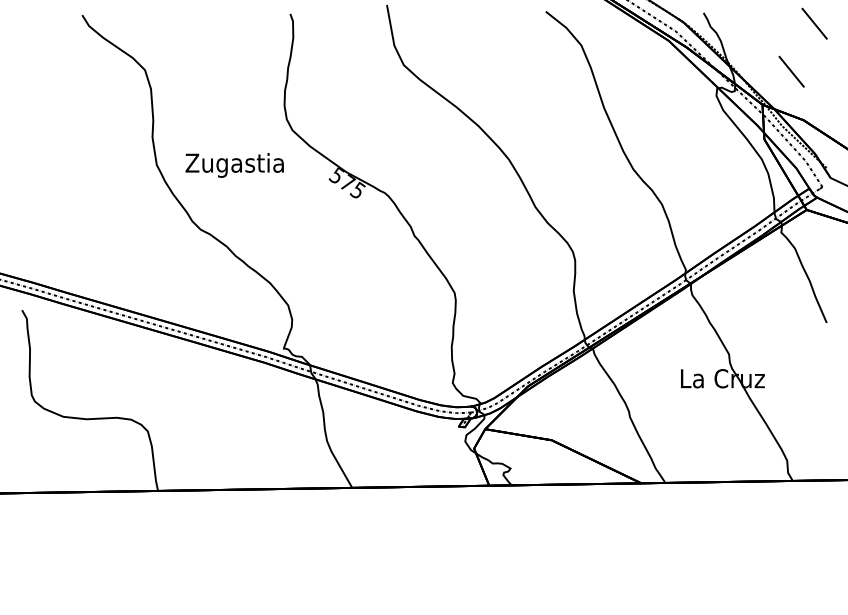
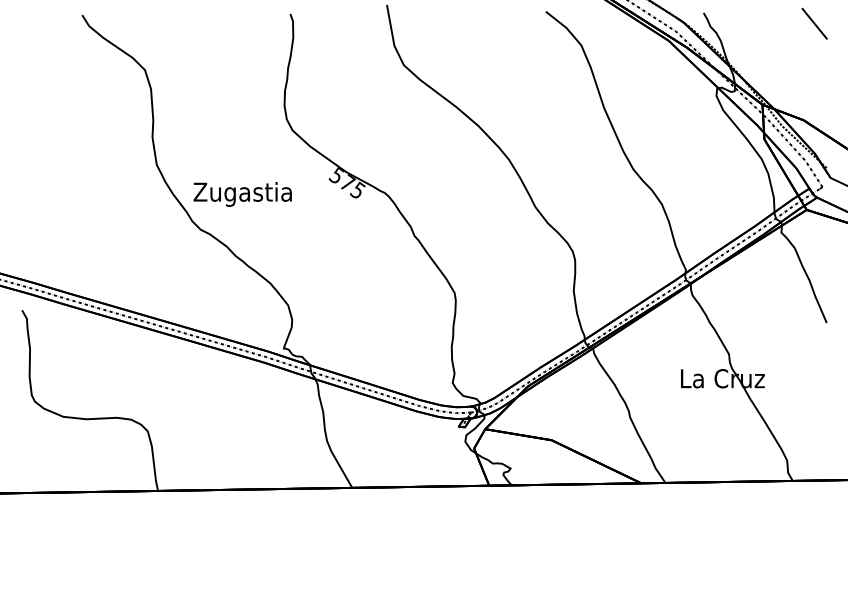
line at (791, 71): present -> none
text at (234, 165) position: (234, 165) -> (242, 194)
